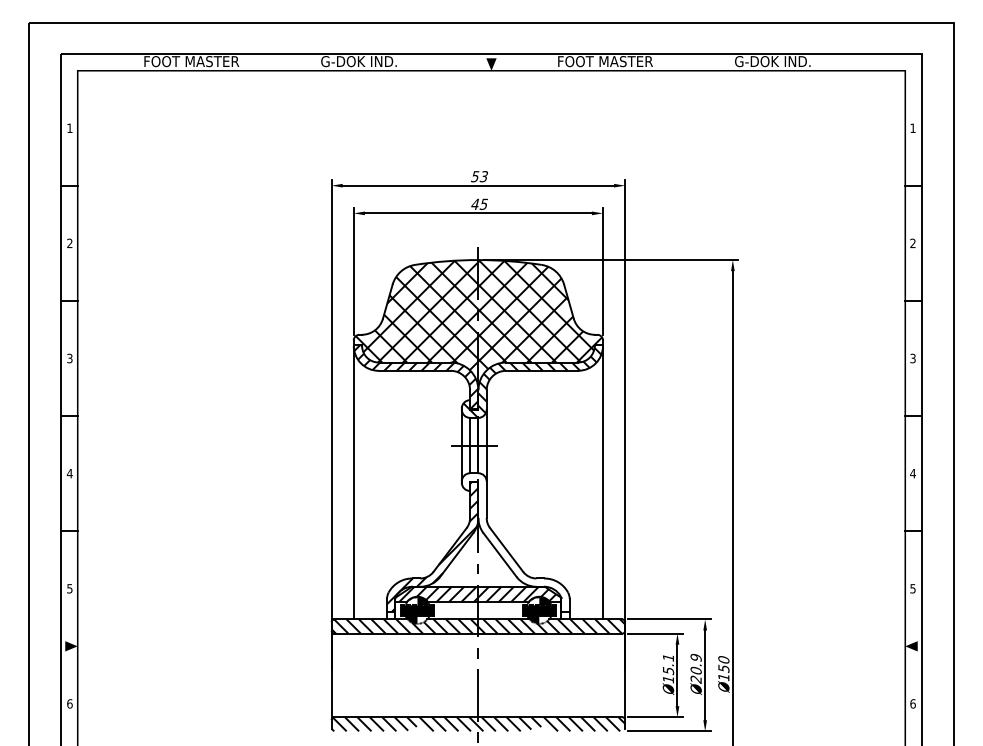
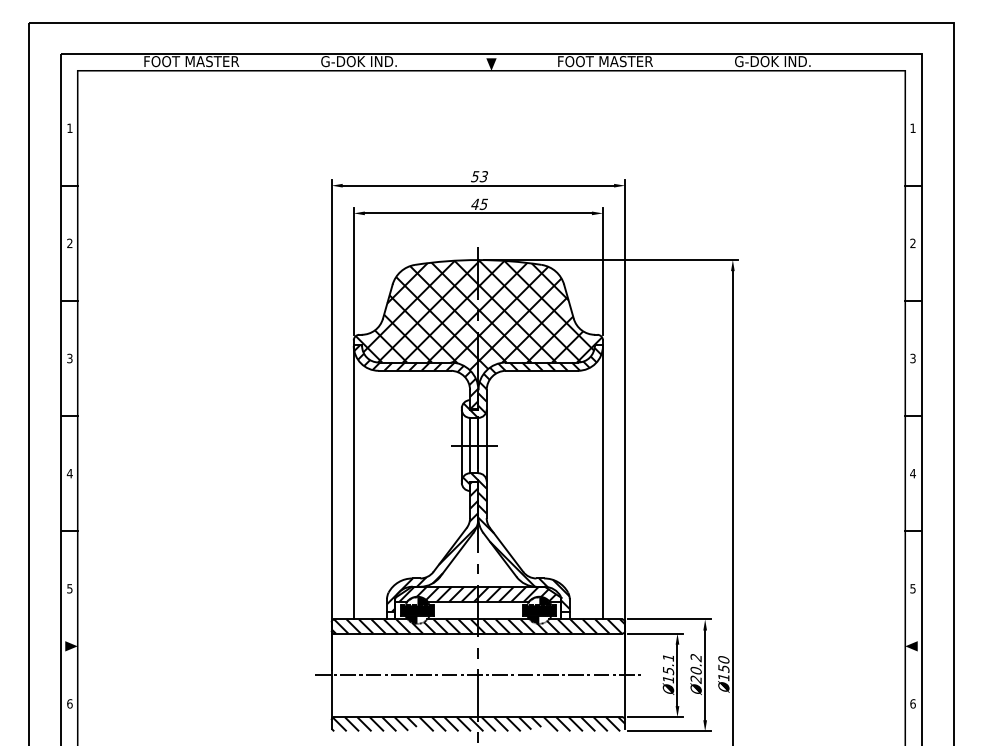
hatch at (515, 541): none -> present
text at (695, 658): Ø20.9 -> Ø20.2
line at (478, 675): none -> present
